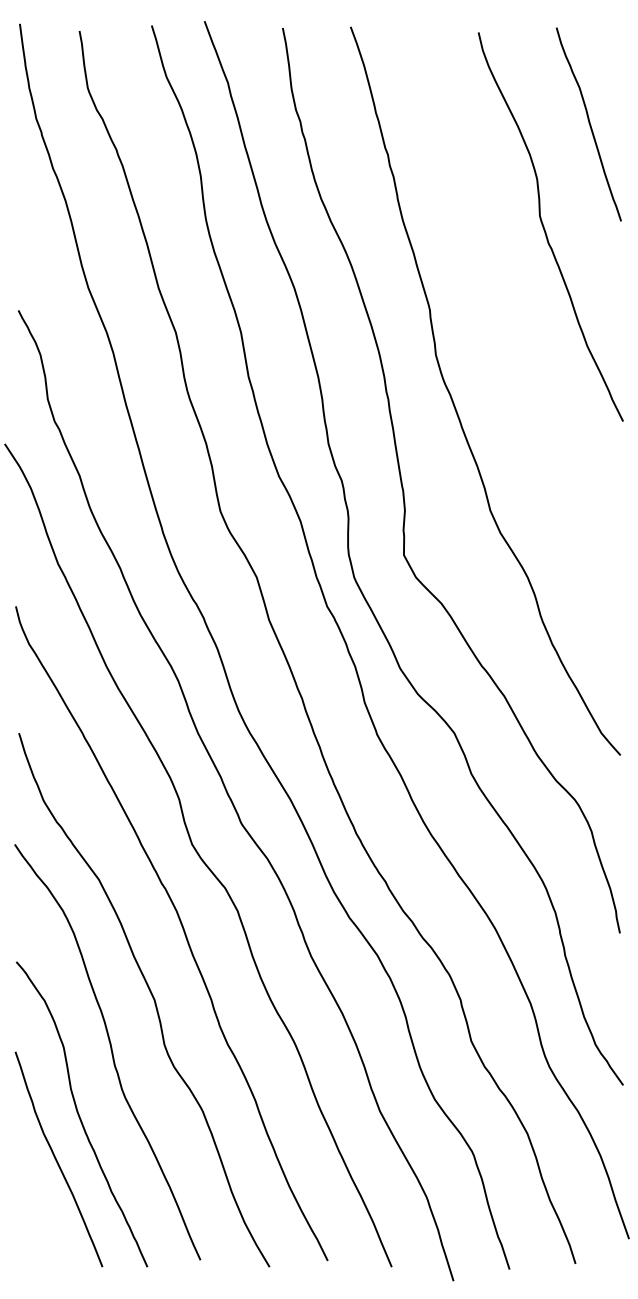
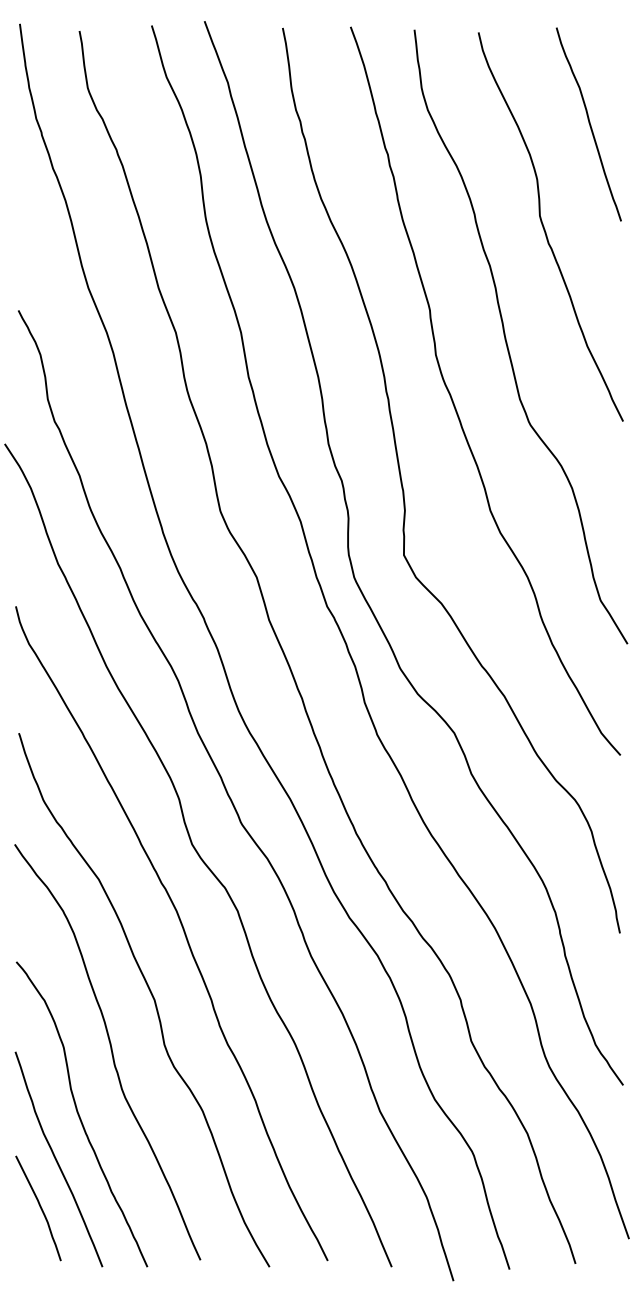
curve at (506, 337): none -> present
curve at (40, 1208): none -> present
